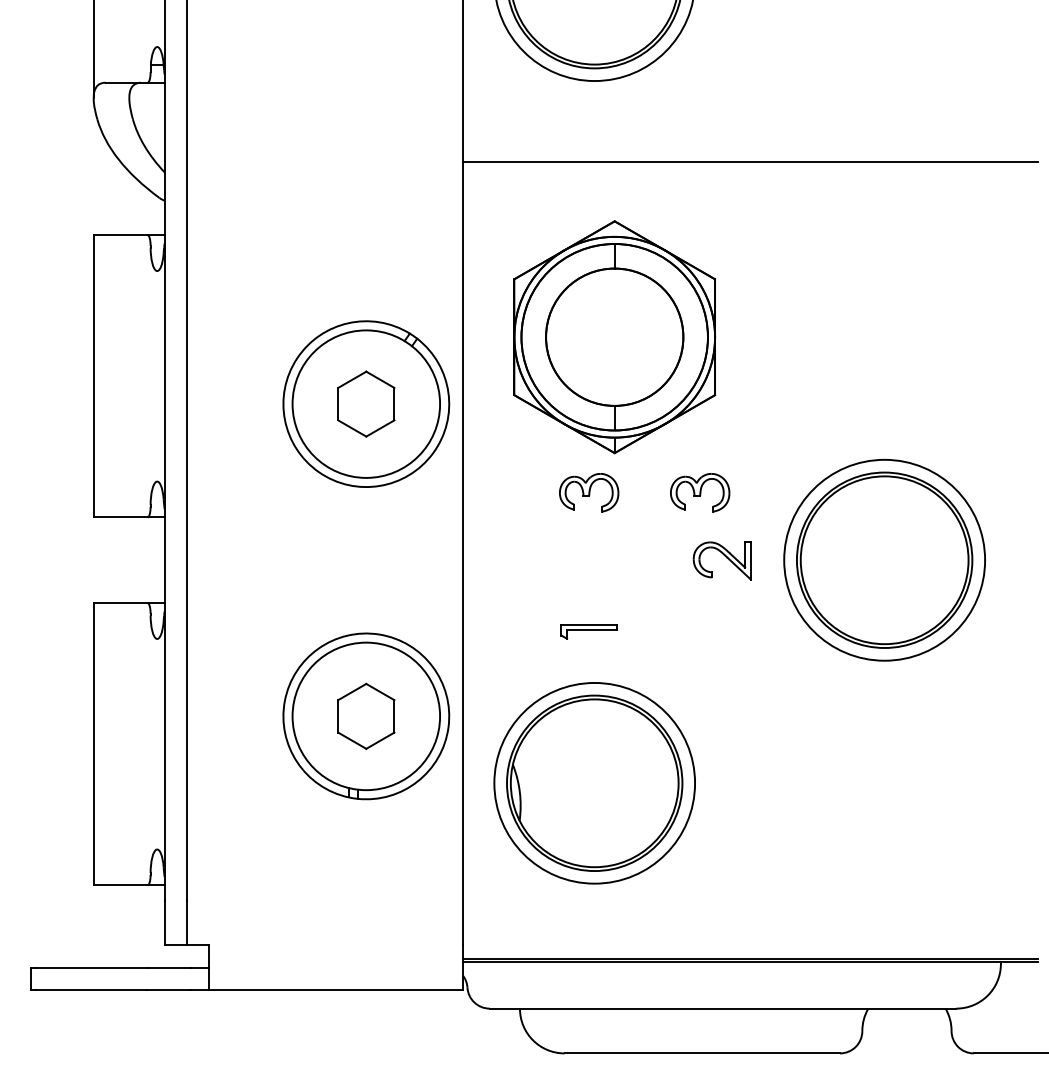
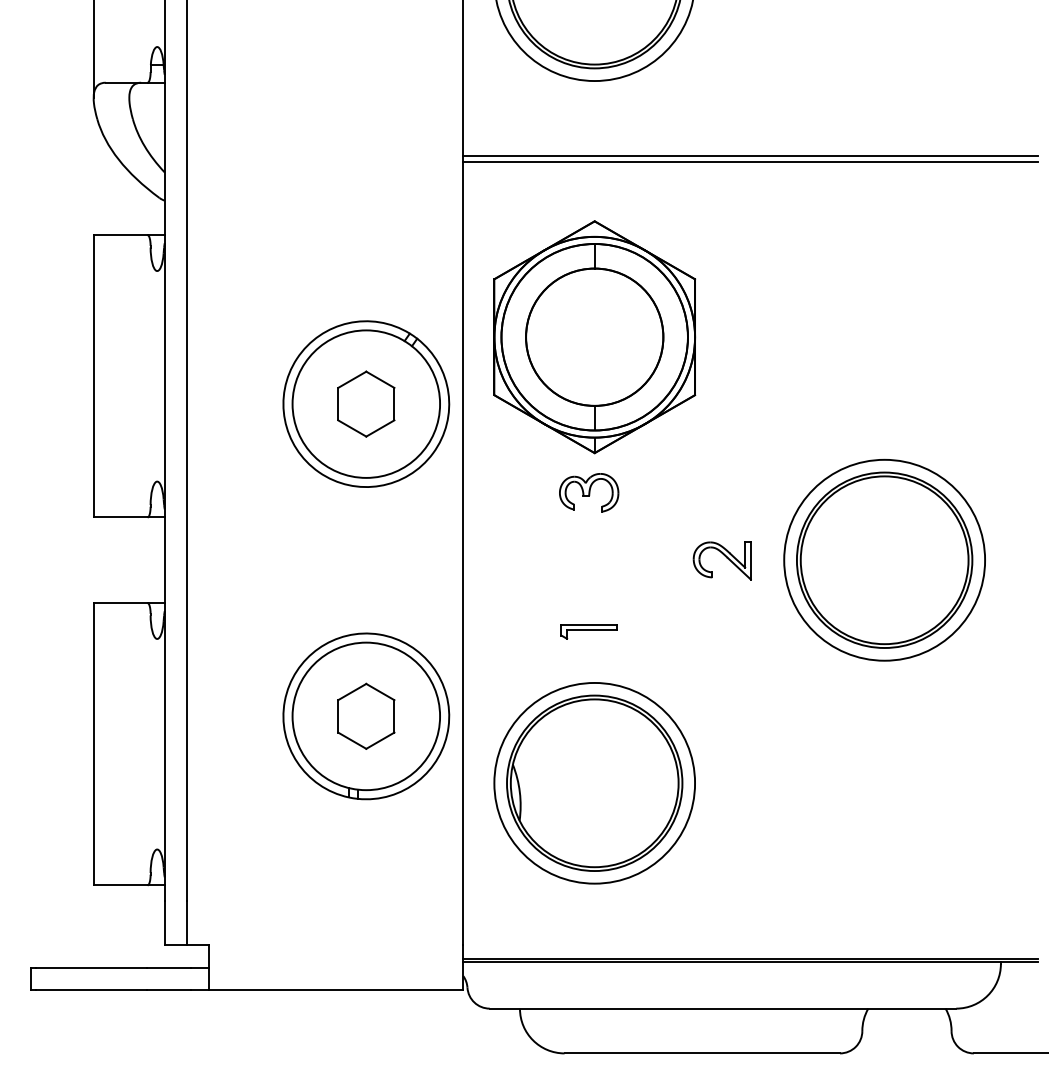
line at (750, 156): none -> present
part at (614, 337) position: (614, 337) -> (594, 337)
part at (700, 492): present -> none
